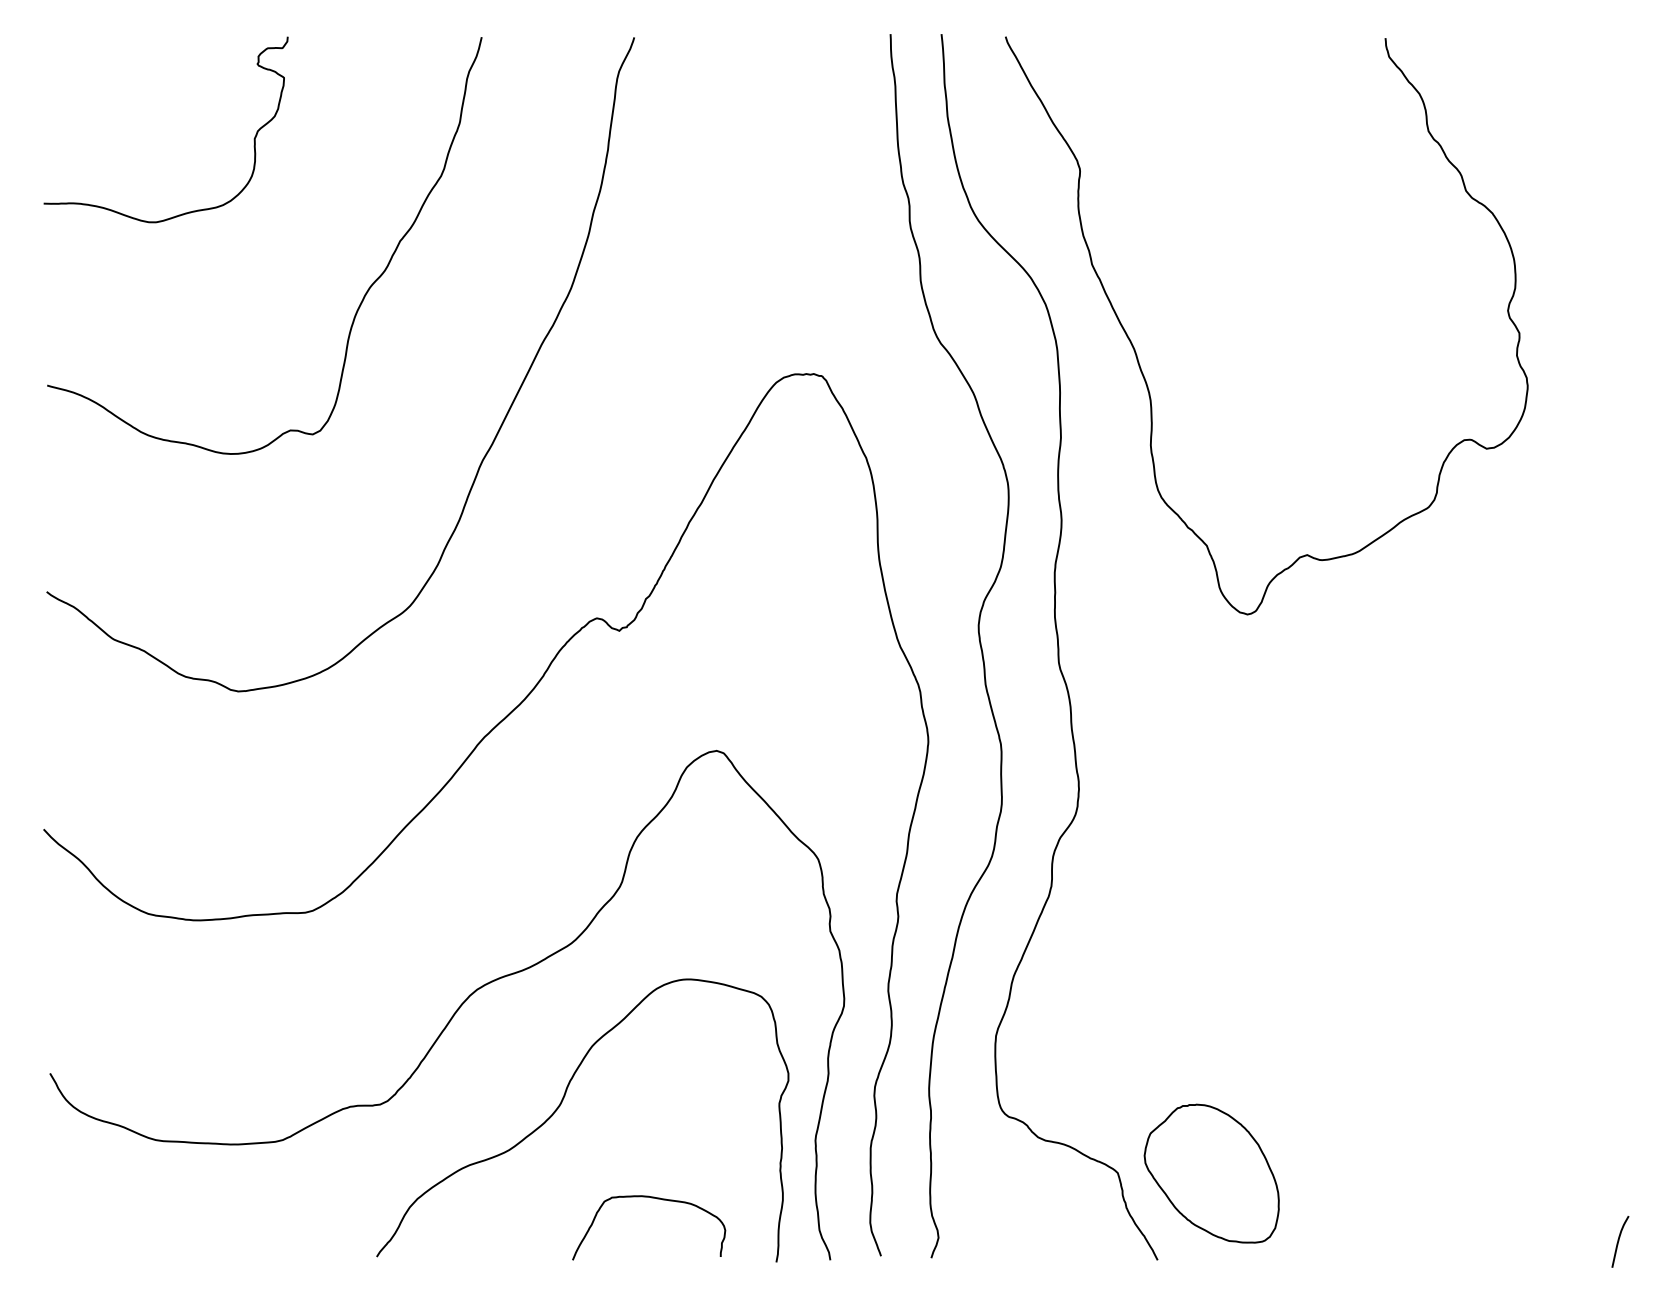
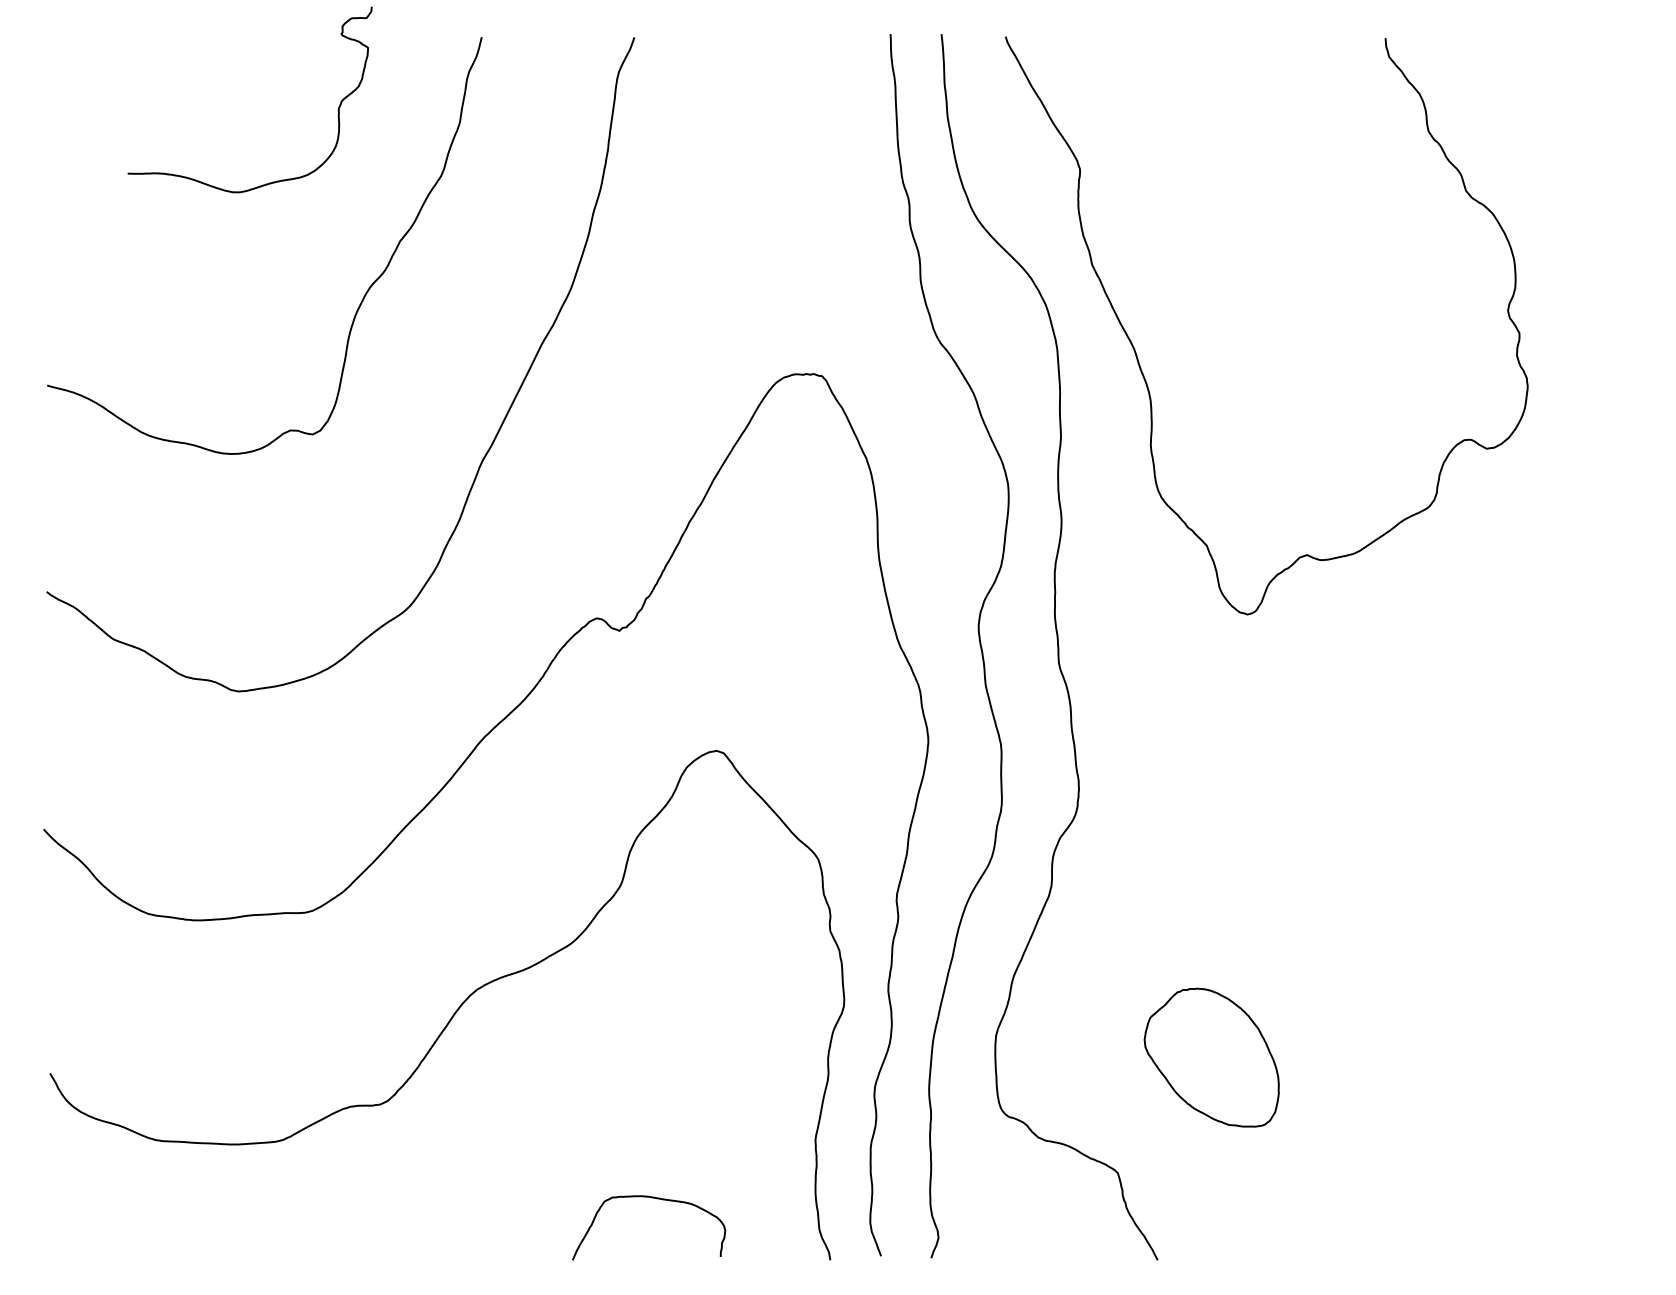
curve at (185, 212) position: (185, 212) -> (269, 182)
curve at (560, 1106): present -> none
part at (1211, 1173) position: (1211, 1173) -> (1211, 1057)
curve at (1619, 1241): present -> none
